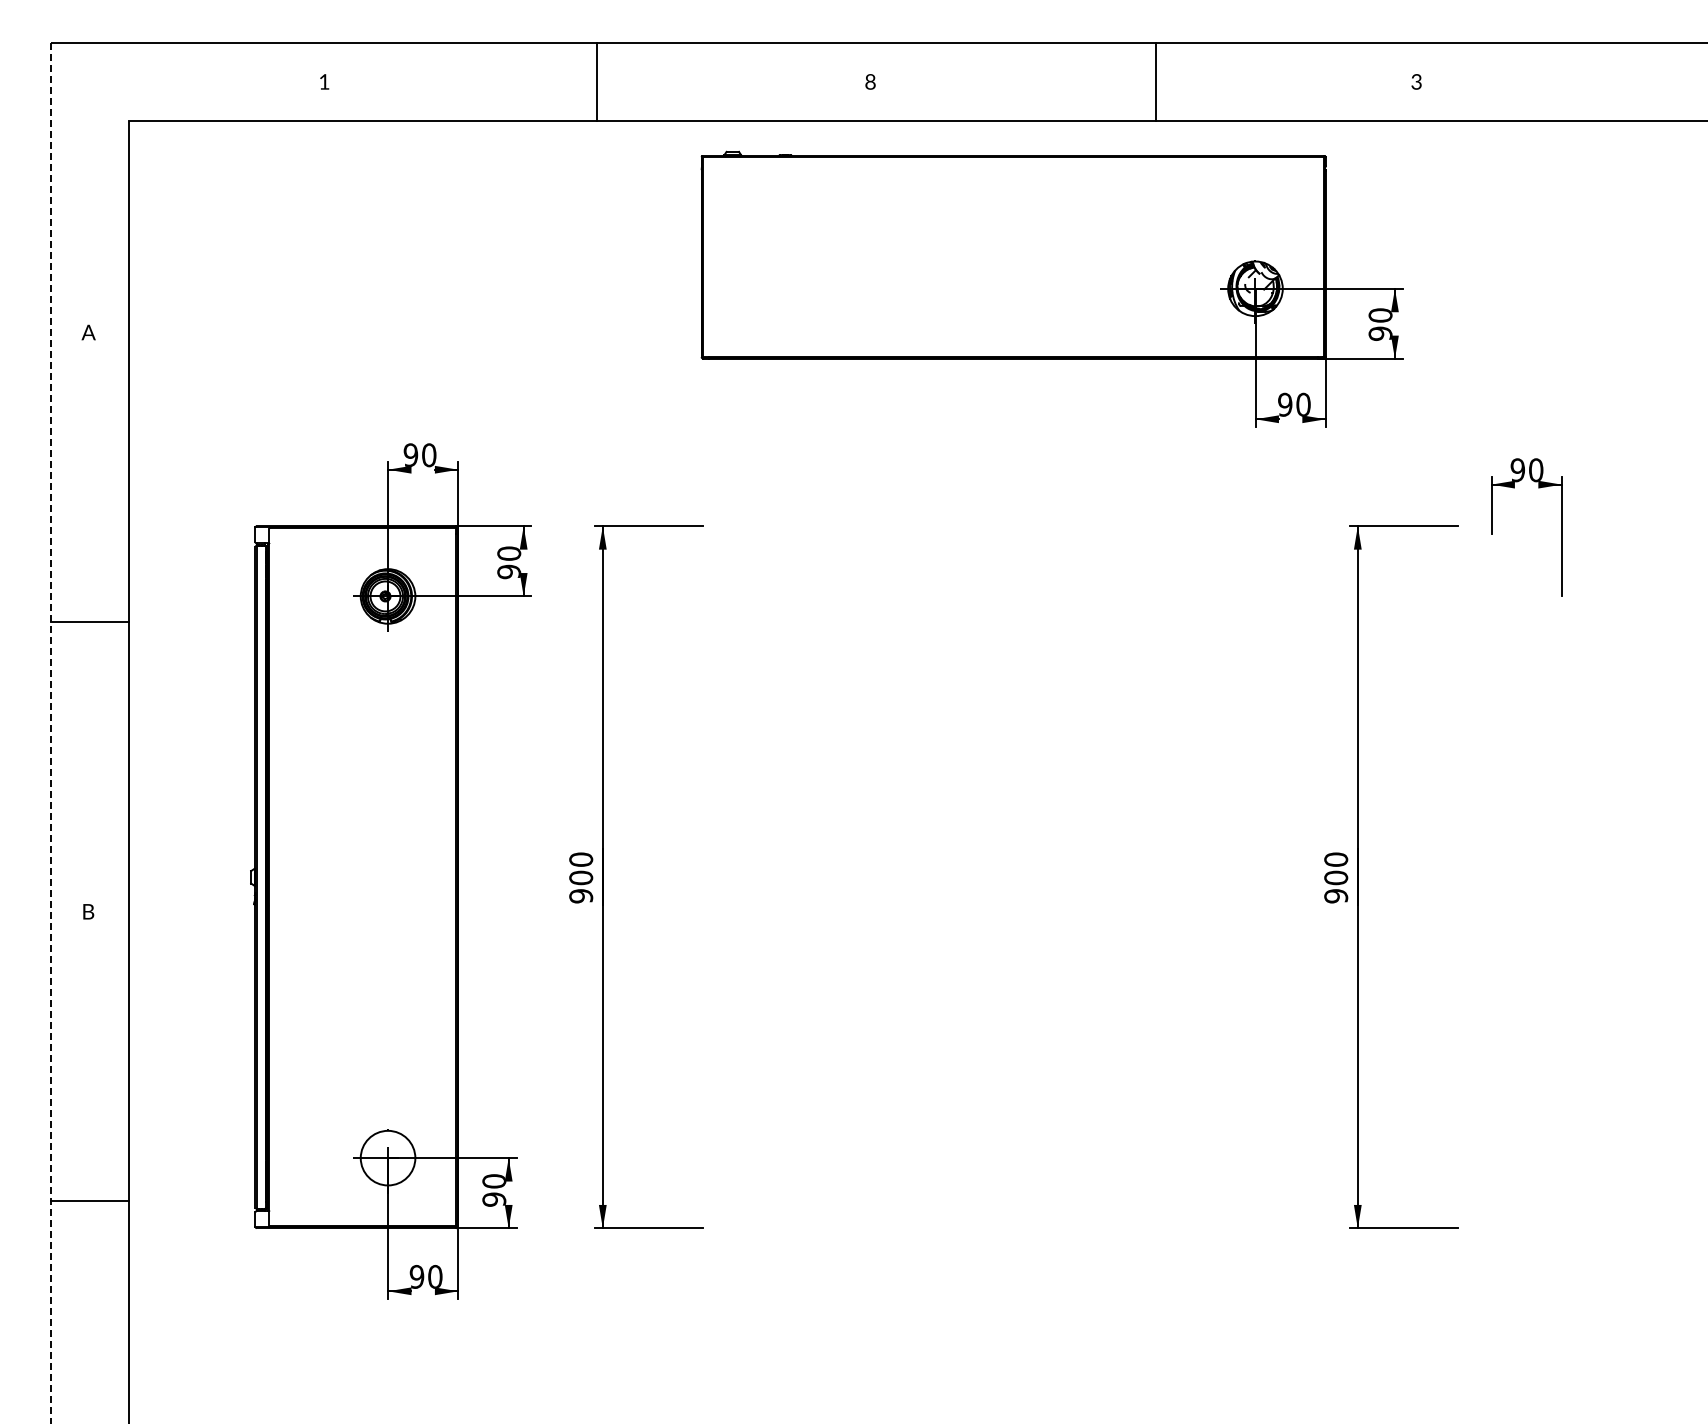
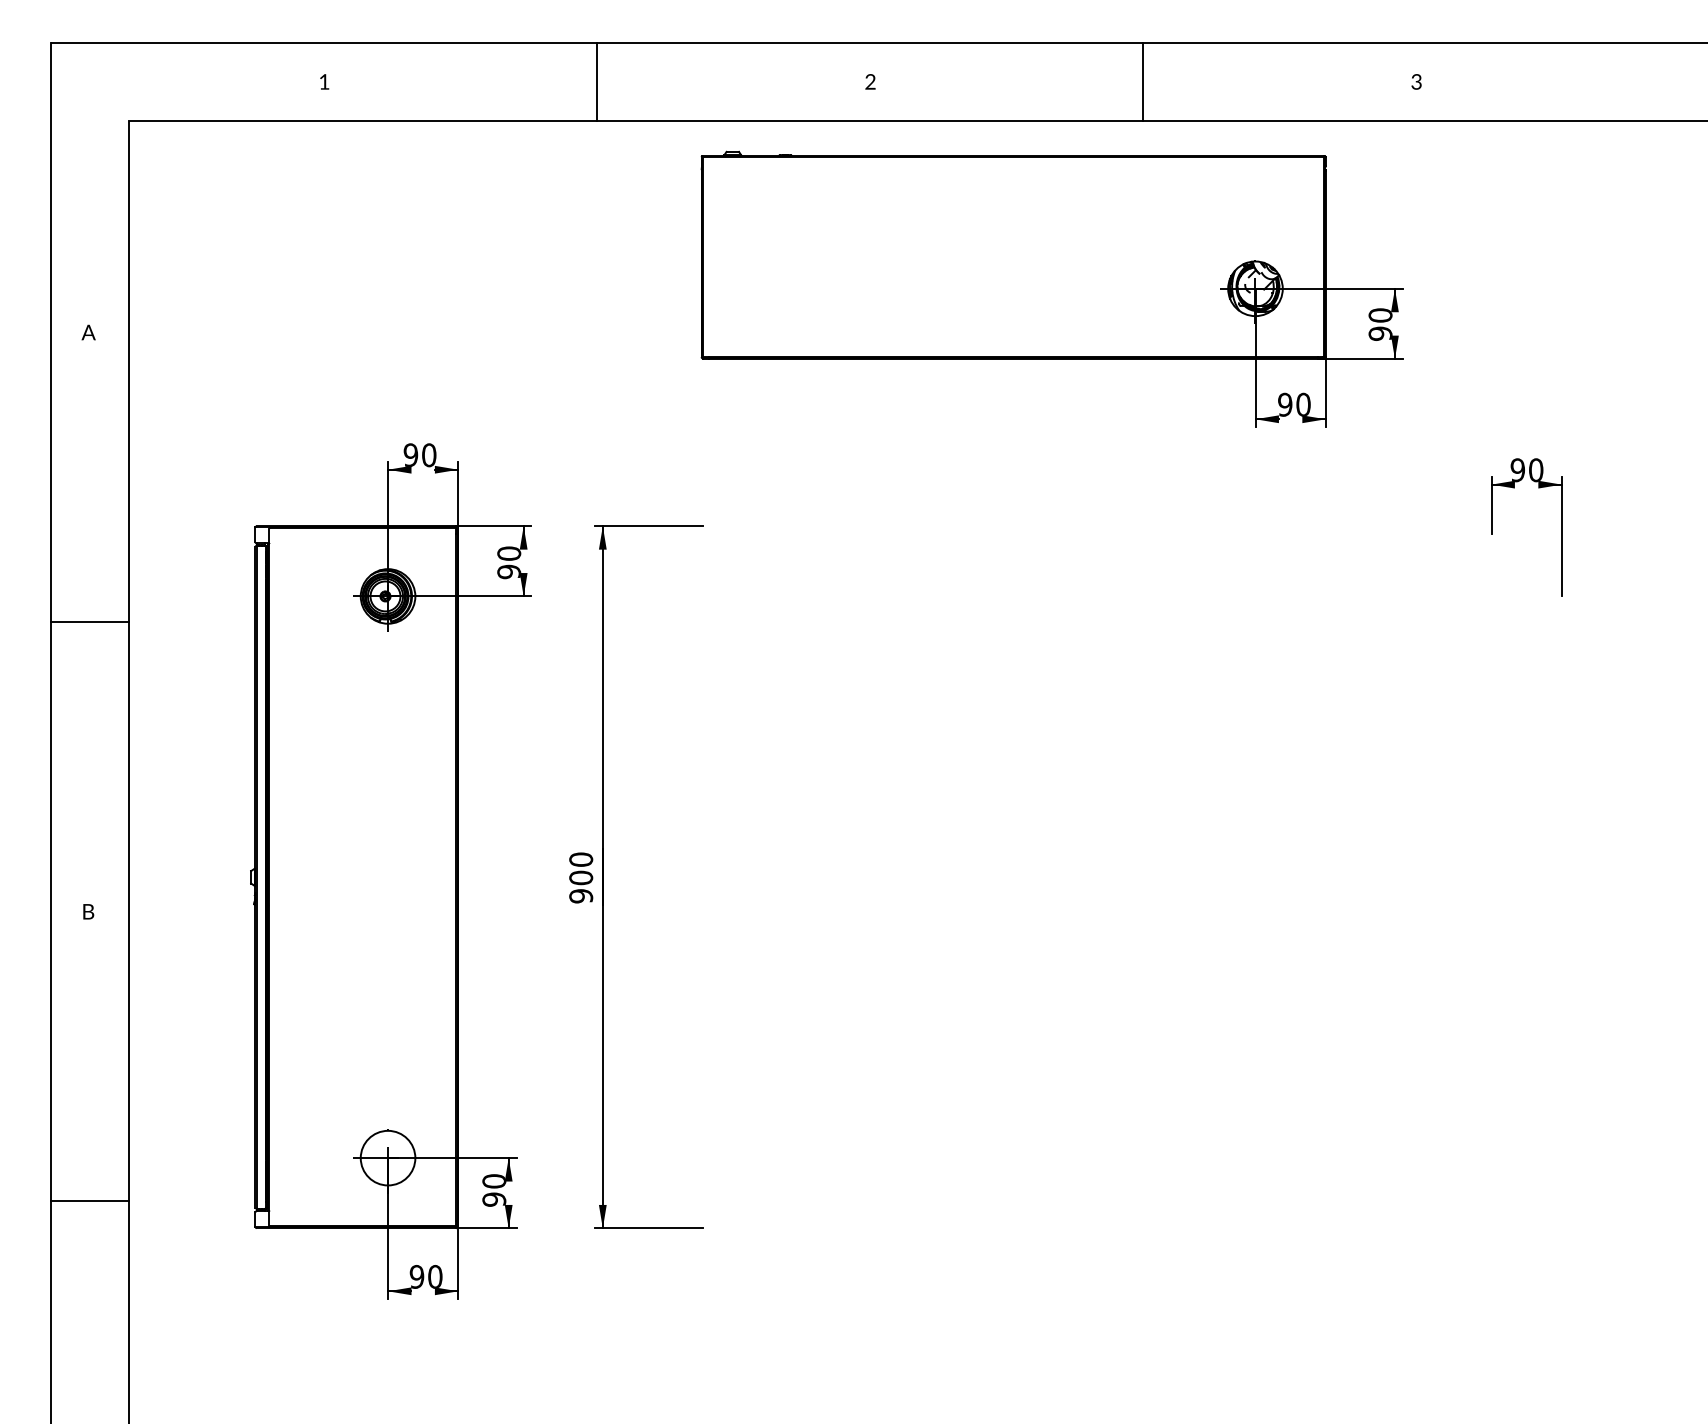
line at (1156, 81) position: (1156, 81) -> (1143, 81)
text at (870, 82): 8 -> 2
line at (51, 732): dashed -> solid
part at (1358, 876): present -> none
